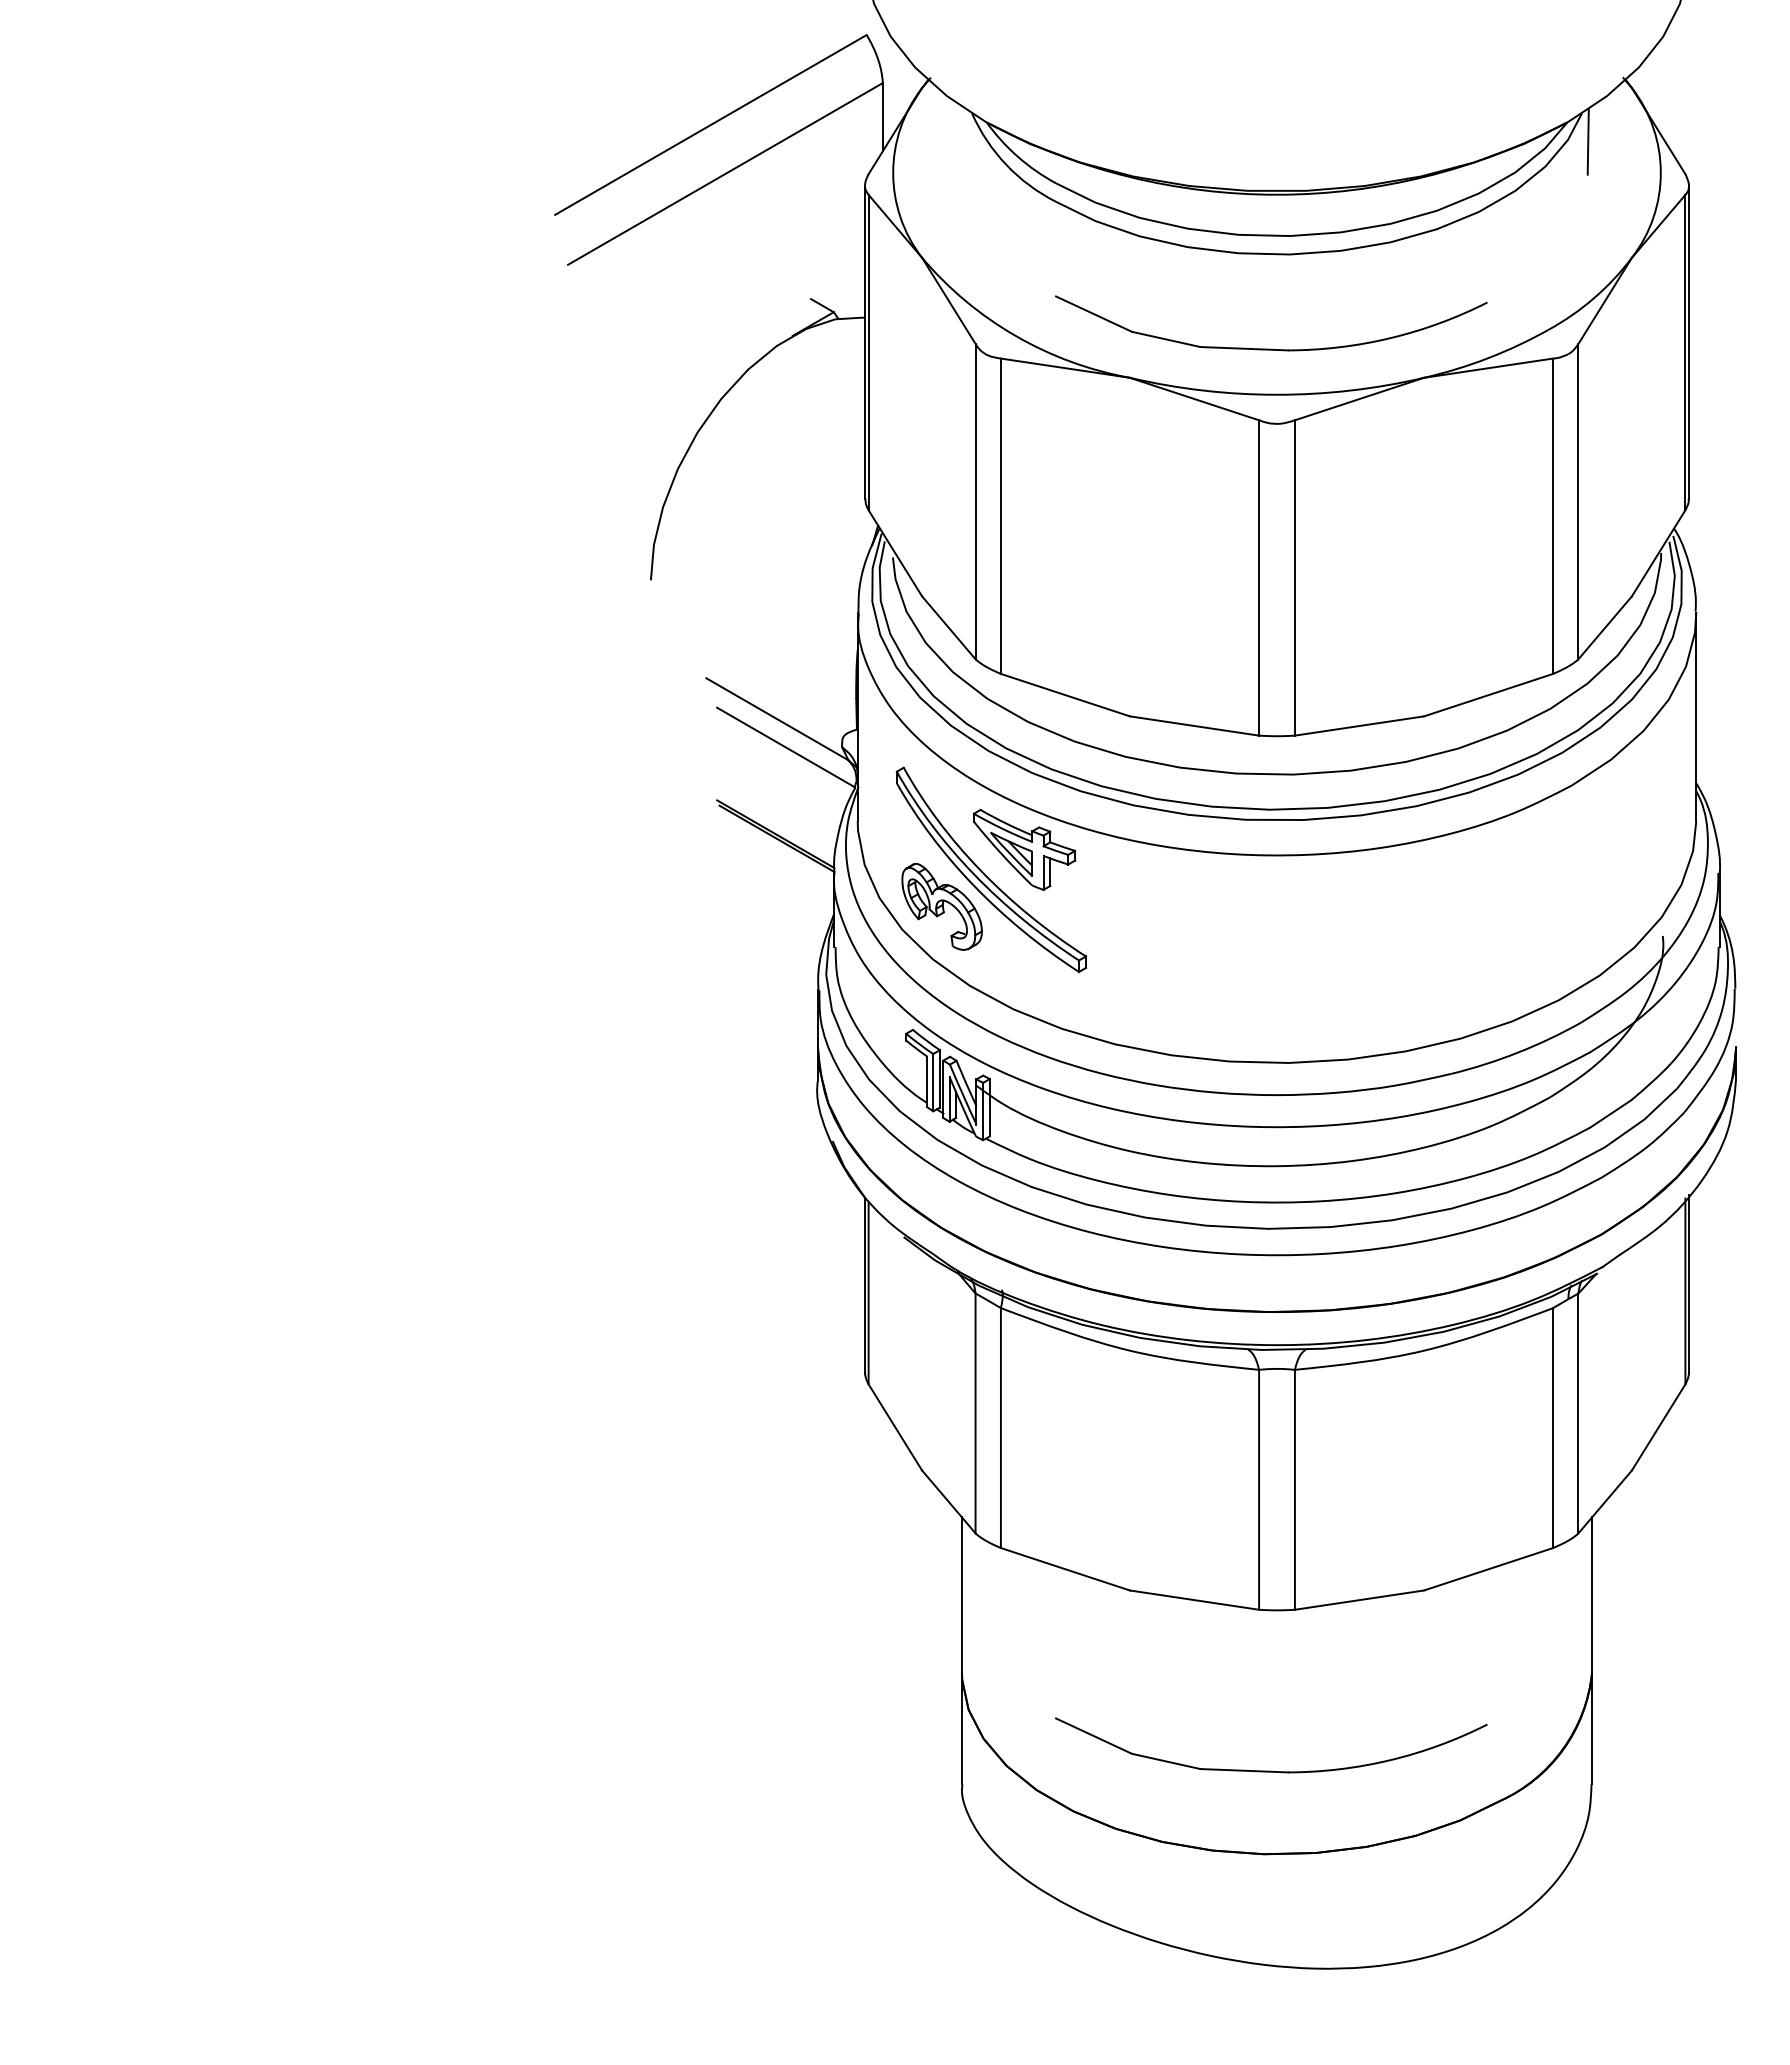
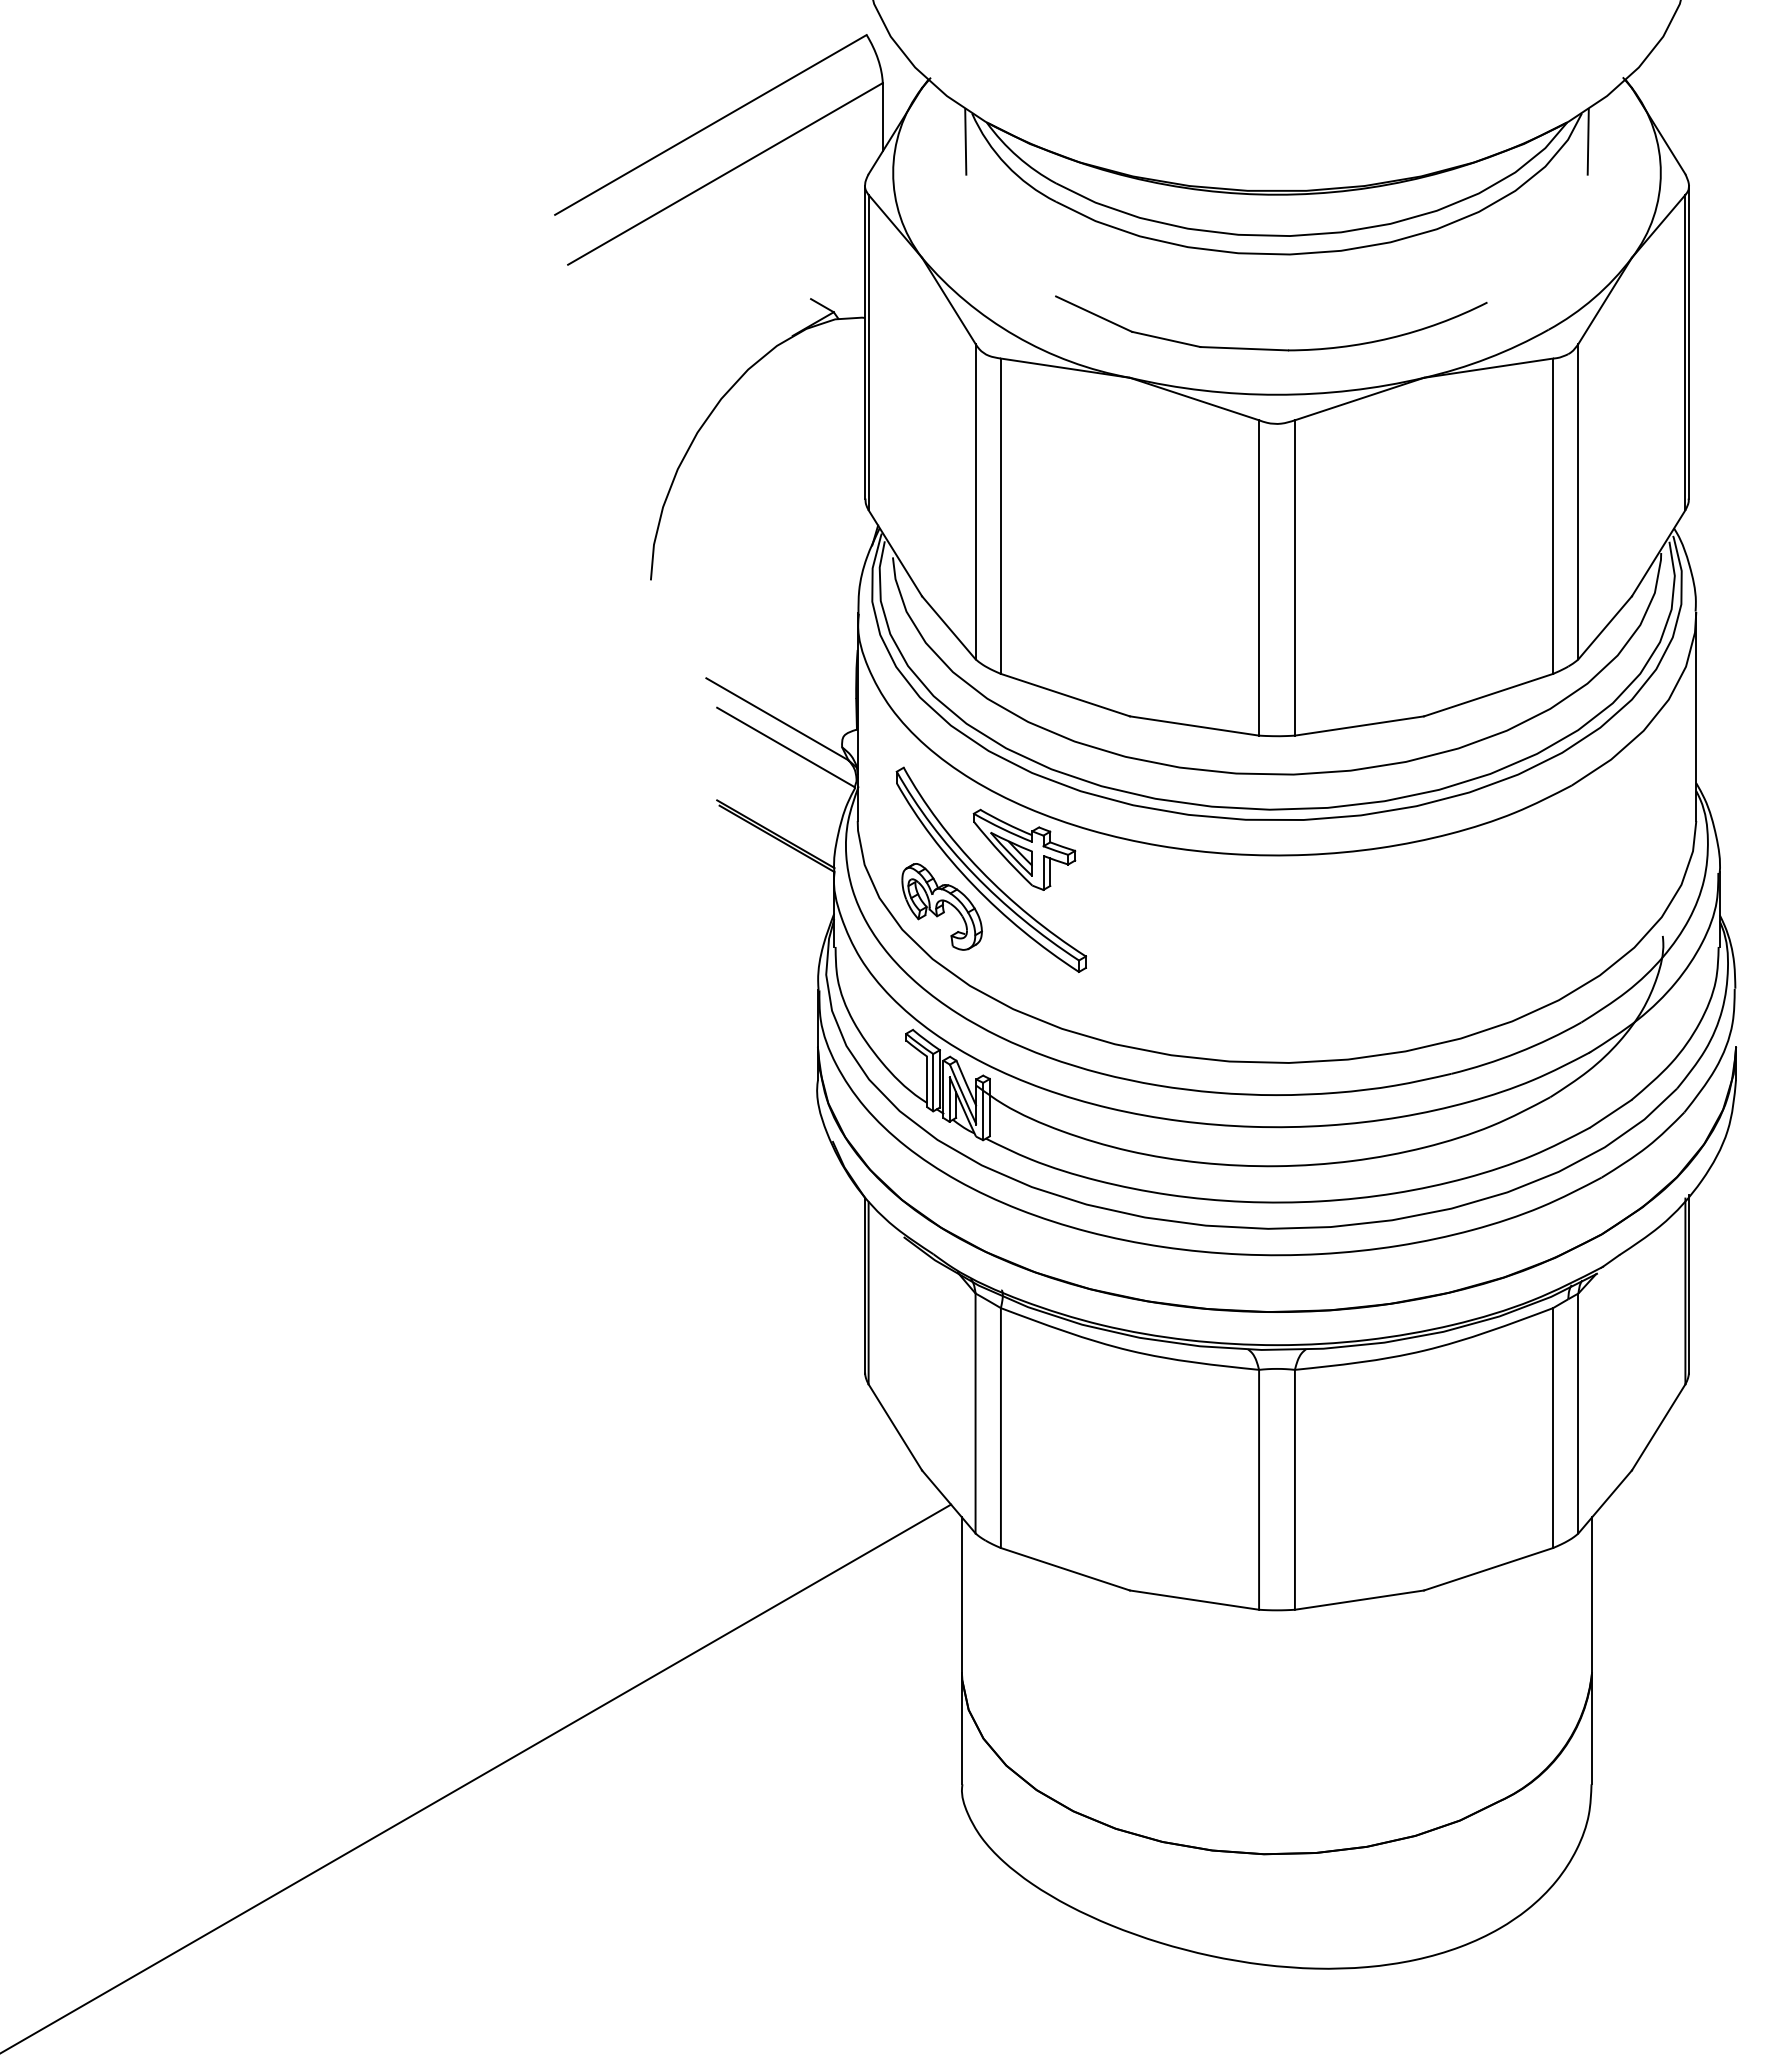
line at (965, 141): none -> present
part at (1271, 1770): present -> none
line at (476, 1778): none -> present
